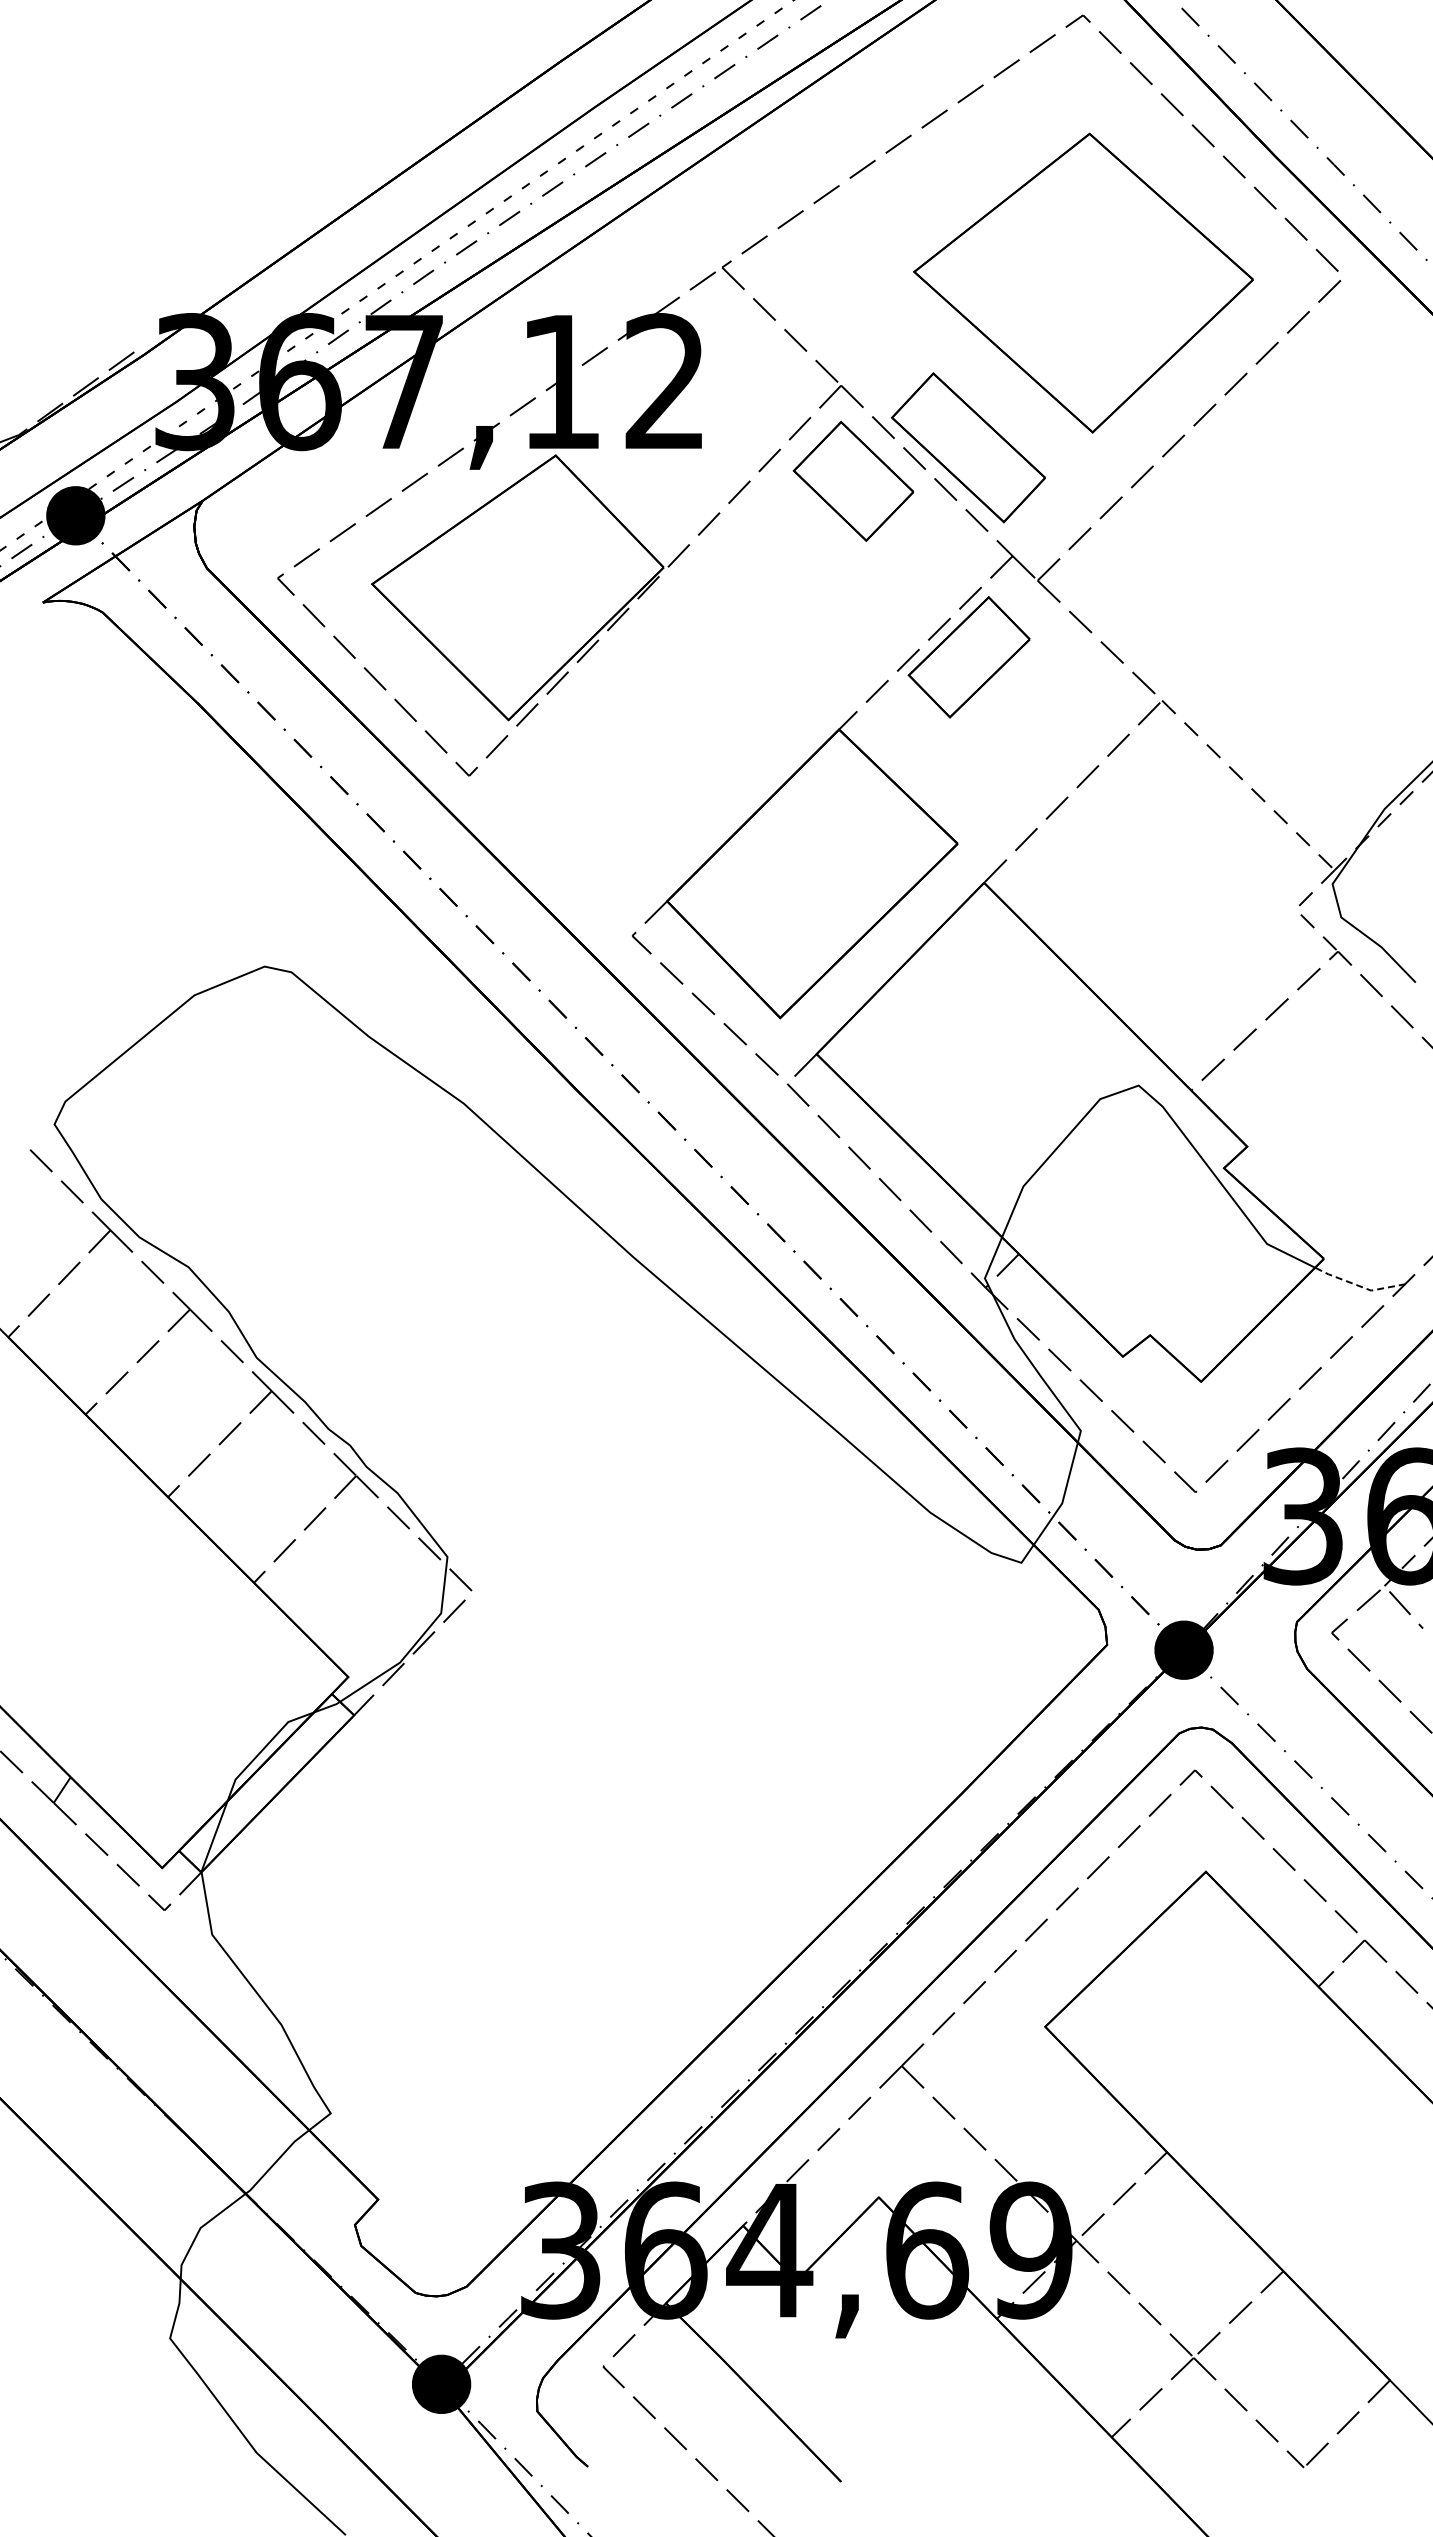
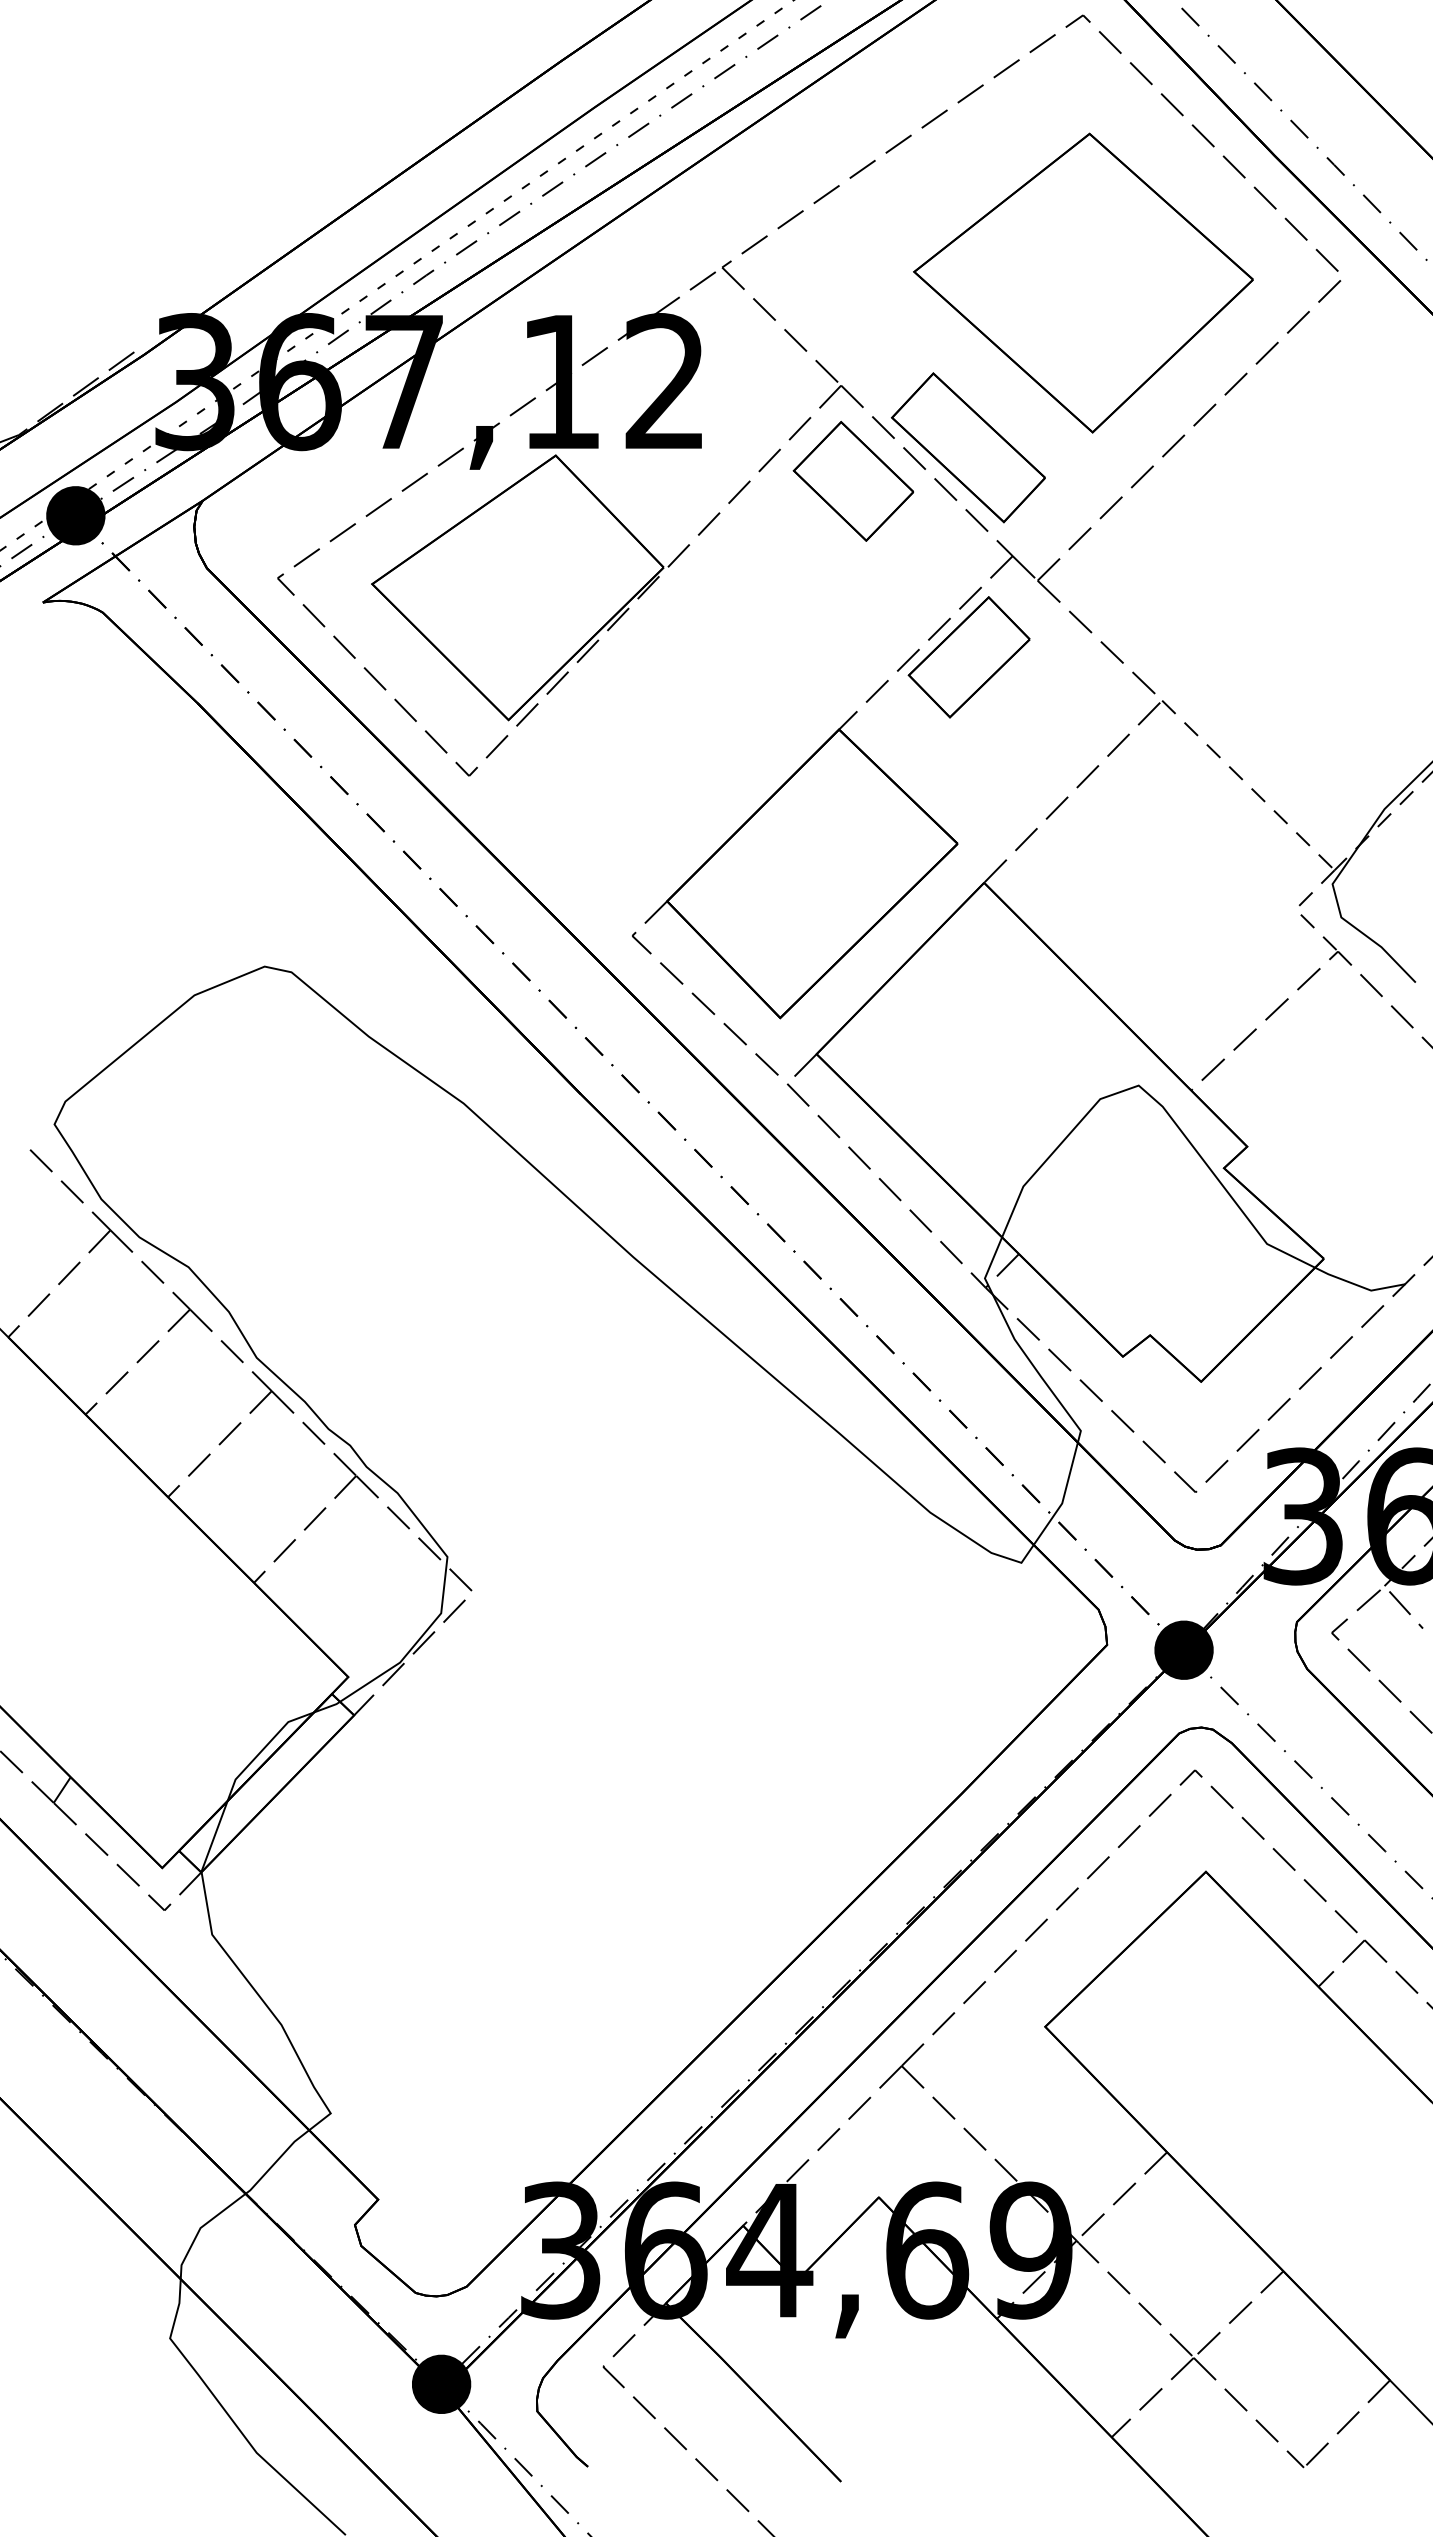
line at (1359, 1286): dashed -> solid
